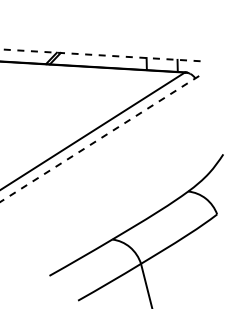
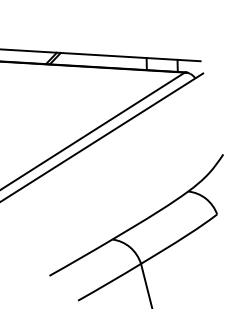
line at (100, 55): dashed -> solid
line at (102, 137): dashed -> solid
